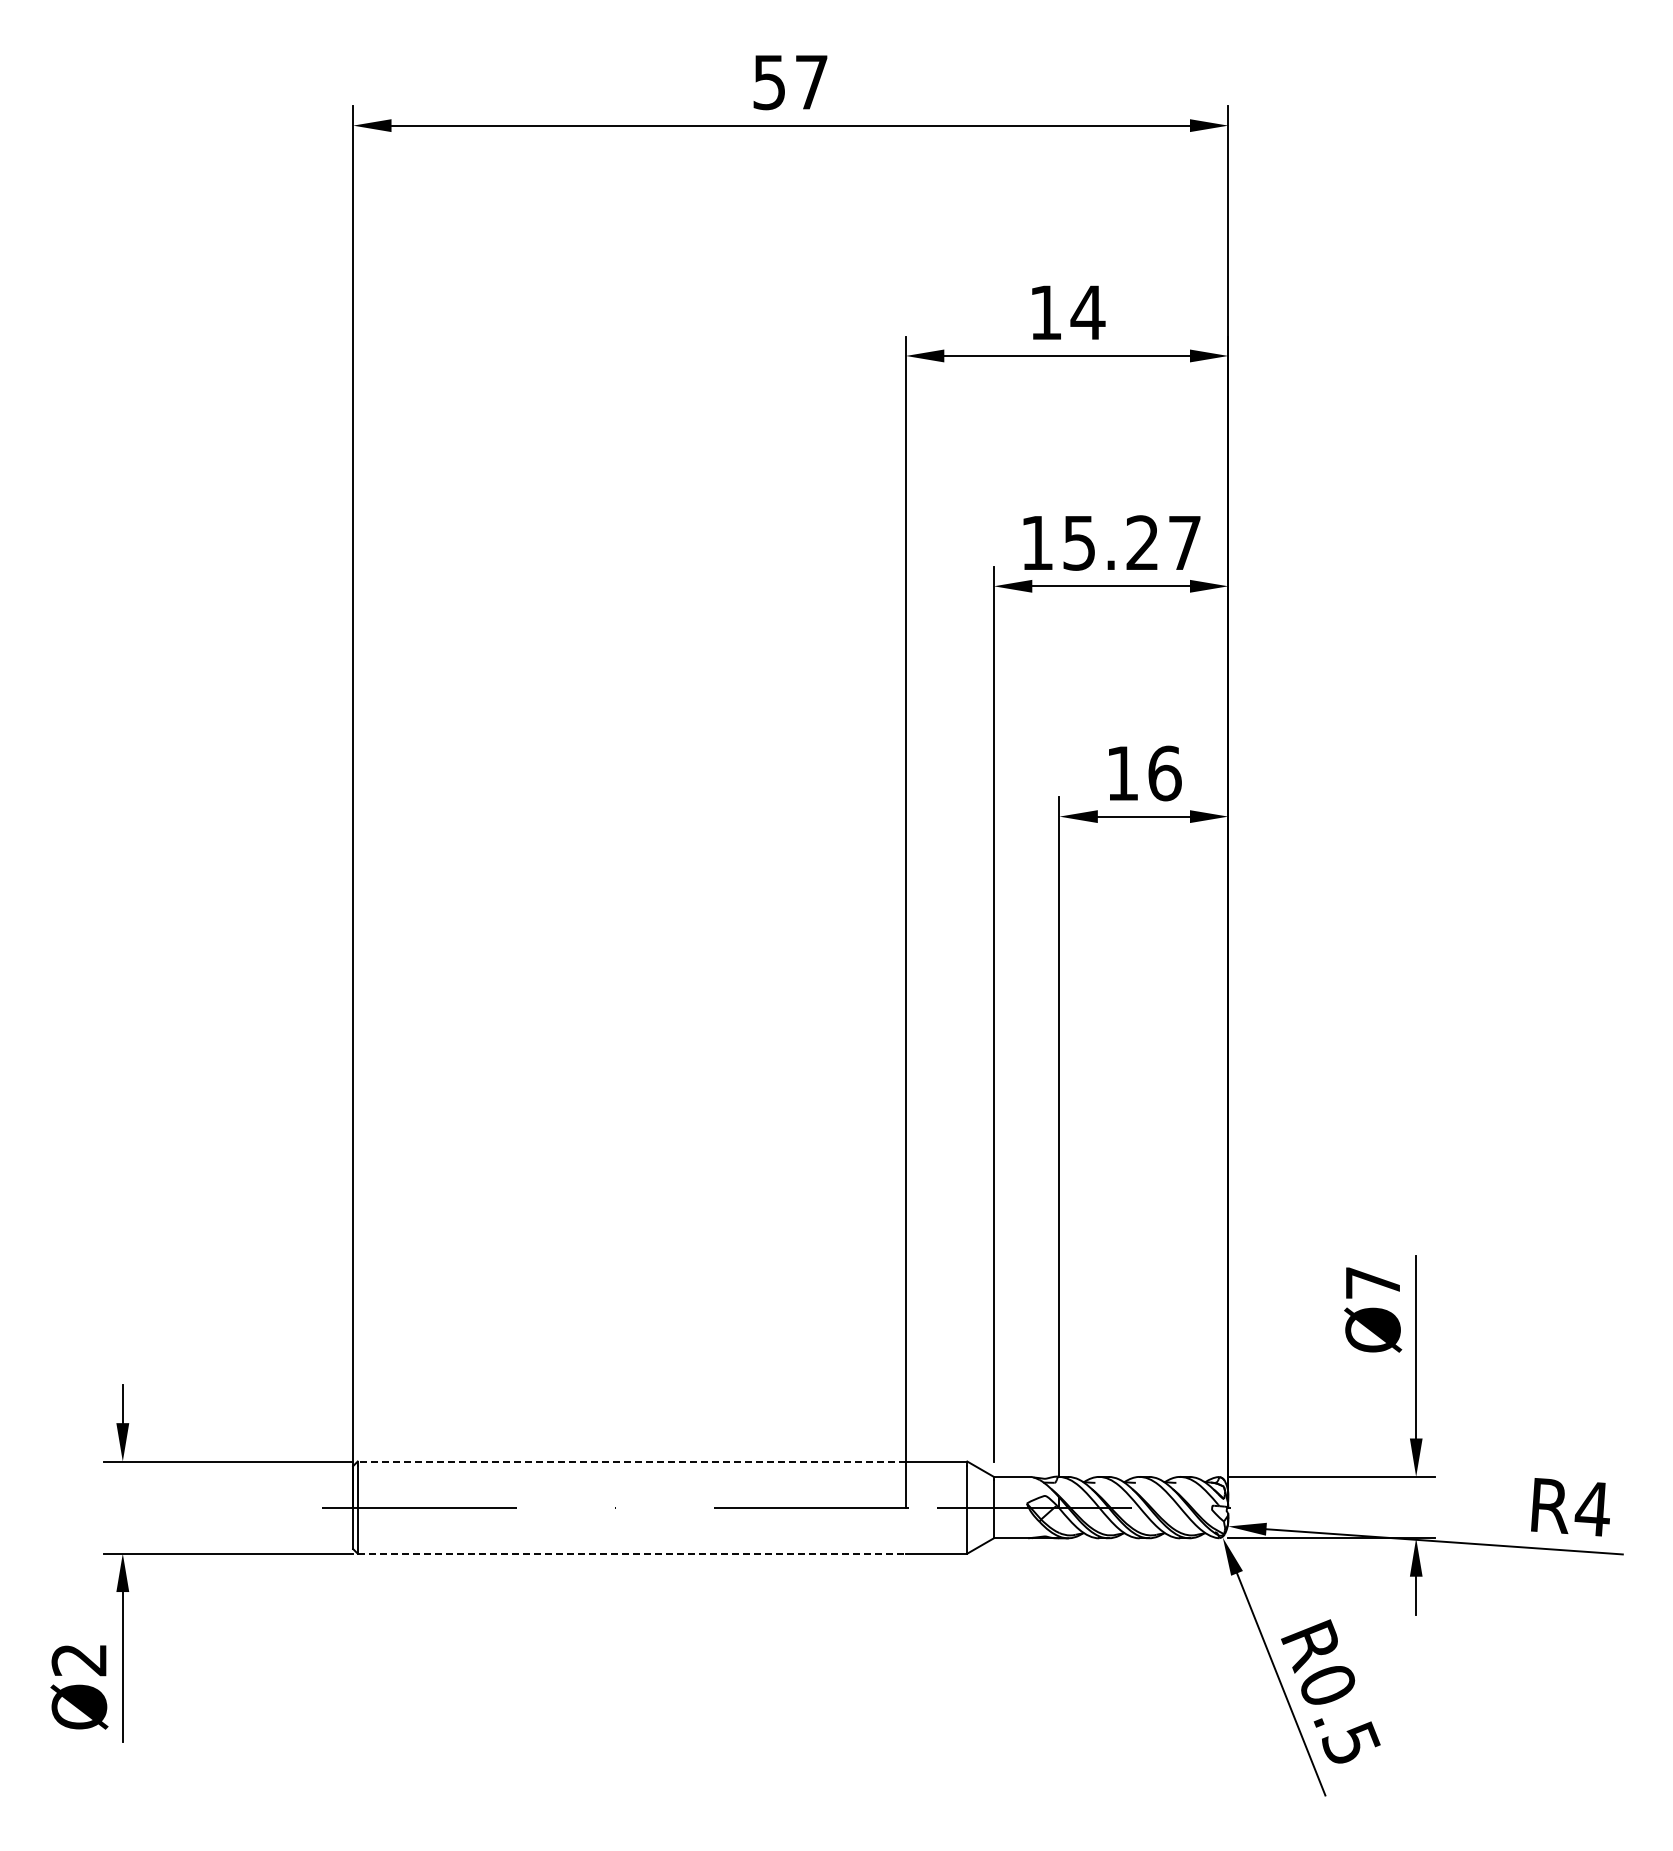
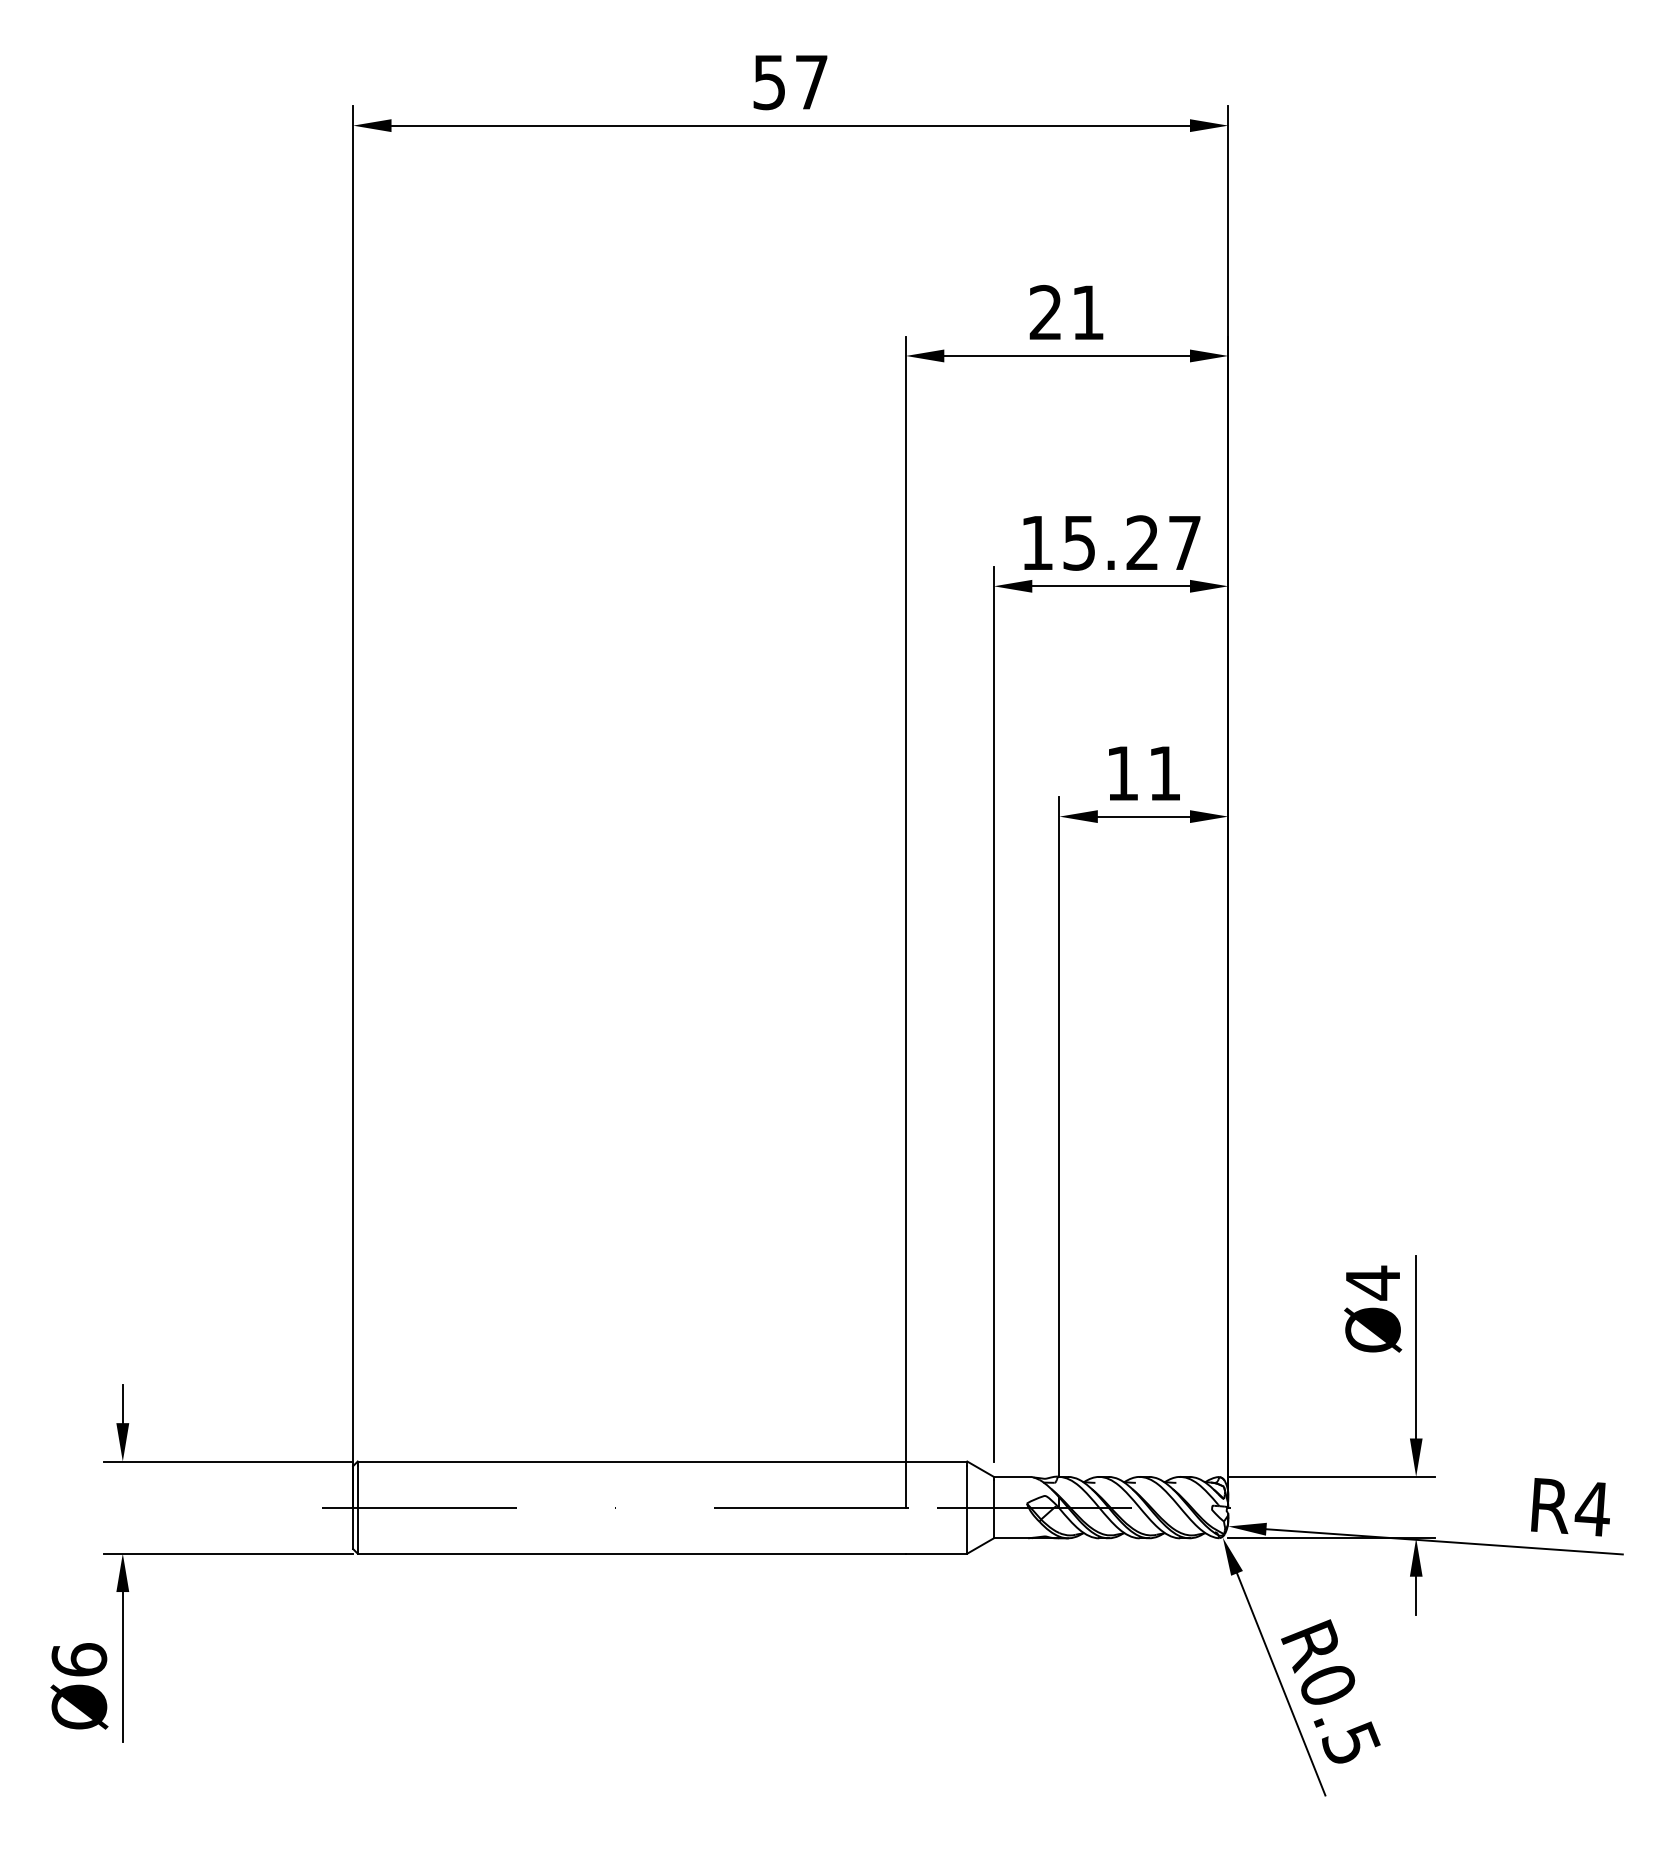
text at (1067, 311): 14 -> 21
text at (1164, 773): 16 -> 11
text at (1372, 1282): Ø7 -> Ø4
line at (631, 1461): dashed -> solid
line at (632, 1553): dashed -> solid
text at (79, 1659): Ø2 -> Ø6
